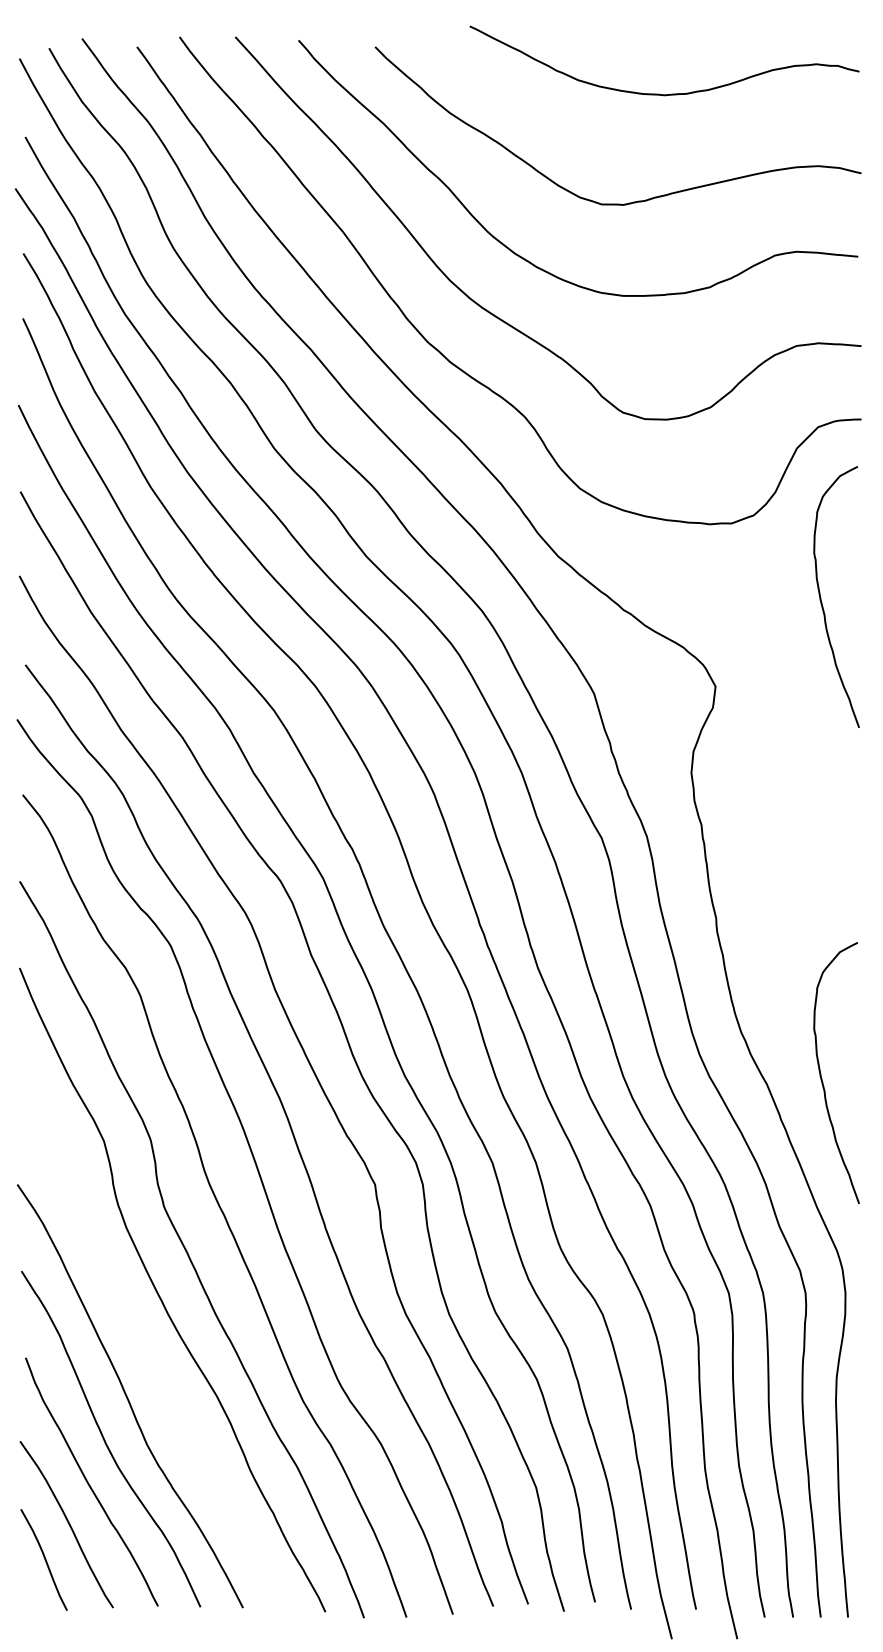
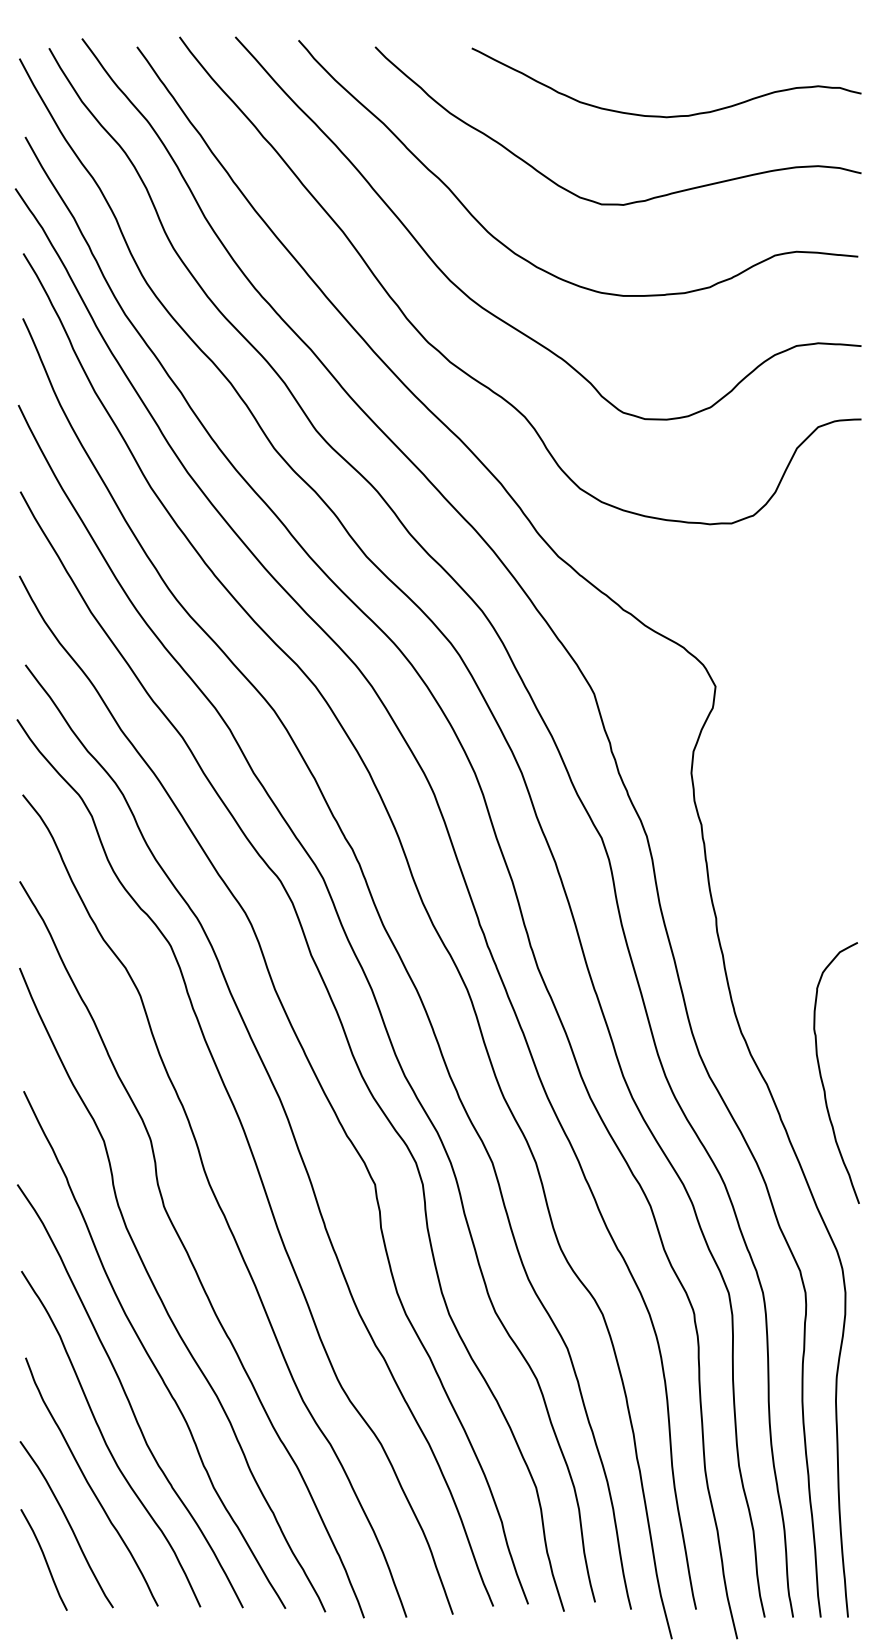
curve at (659, 93) position: (659, 93) -> (661, 115)
curve at (821, 597): present -> none
curve at (148, 1353): none -> present
